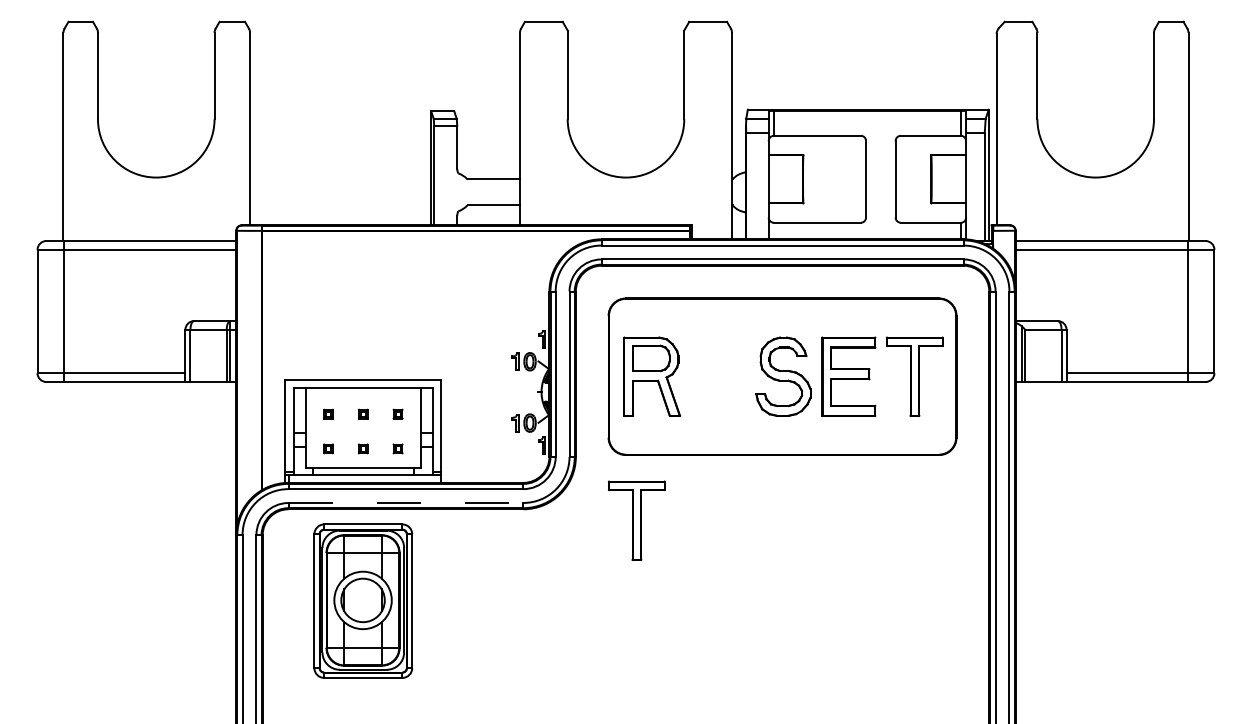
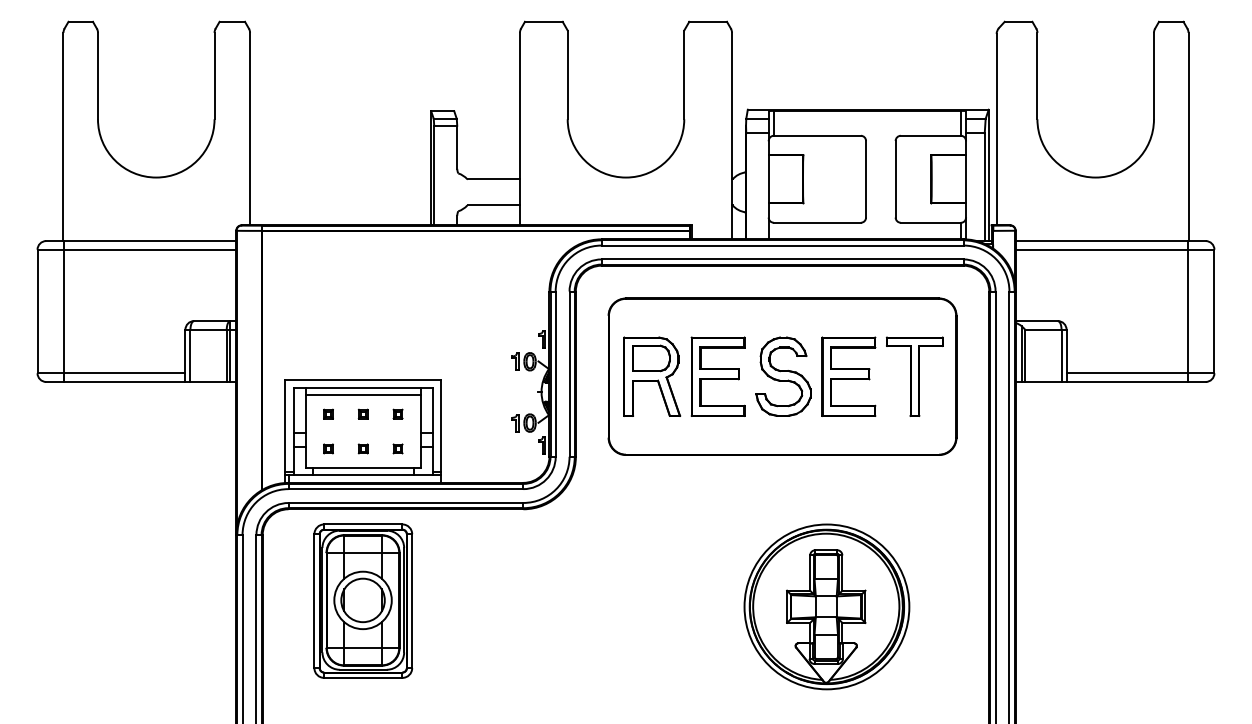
part at (717, 376): none -> present
line at (362, 395): none -> present
line at (406, 502): dashed -> solid
part at (636, 520): present -> none
part at (826, 606): none -> present
